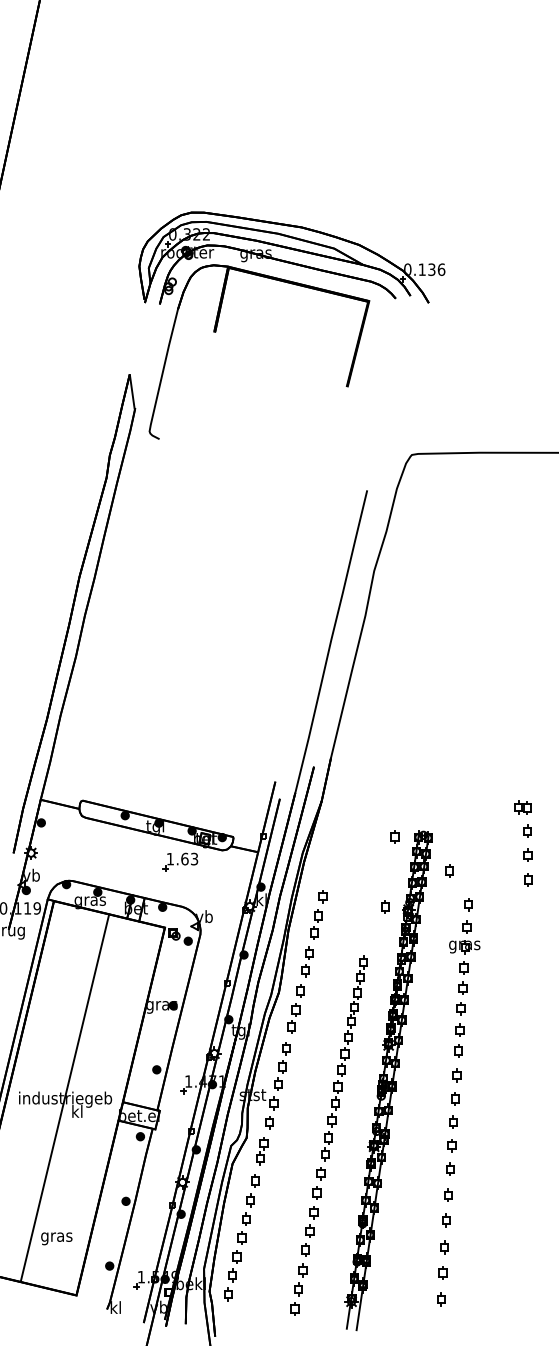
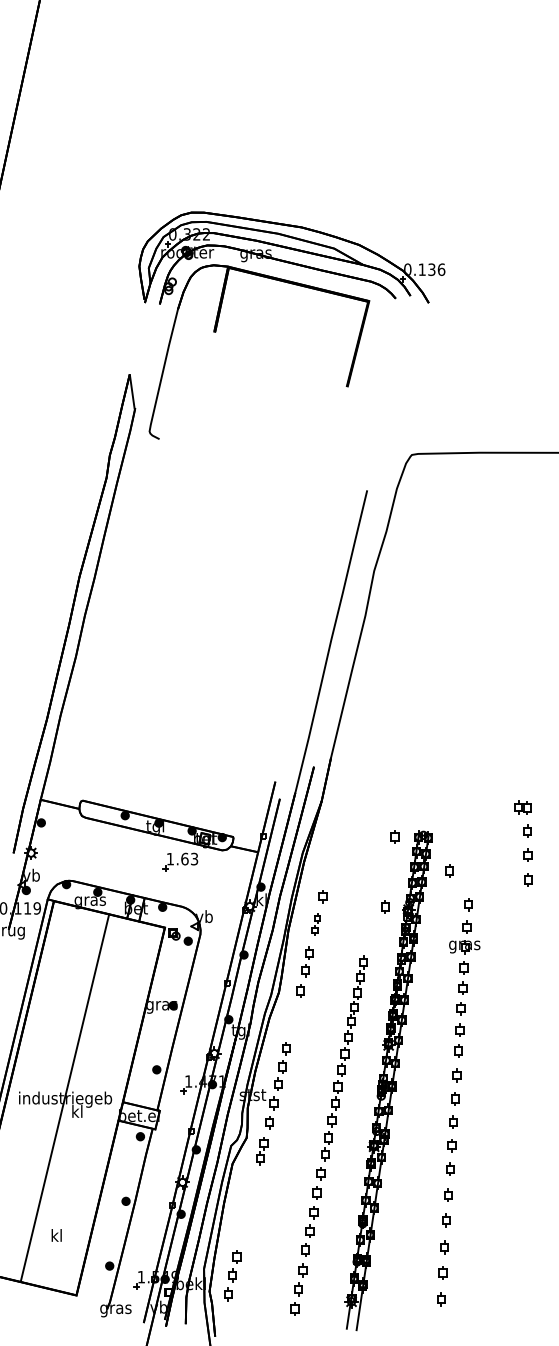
part at (316, 924) size: 13x31 px -> 10x23 px
part at (293, 1018): present -> none
part at (248, 1209): present -> none
text at (56, 1237): gras -> kl
text at (115, 1309): kl -> gras
